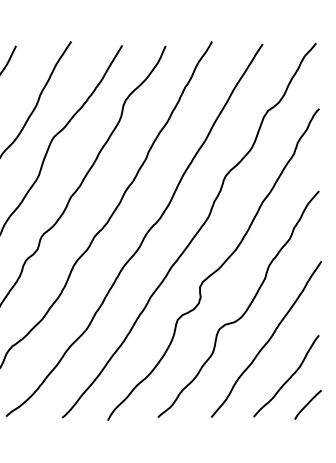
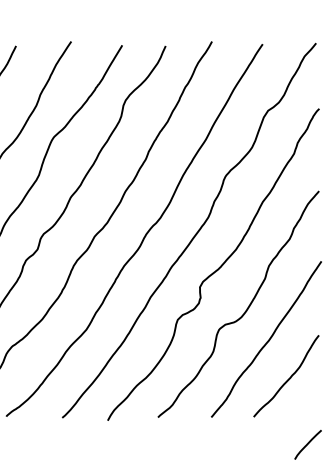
line at (307, 404) position: (307, 404) -> (307, 444)
